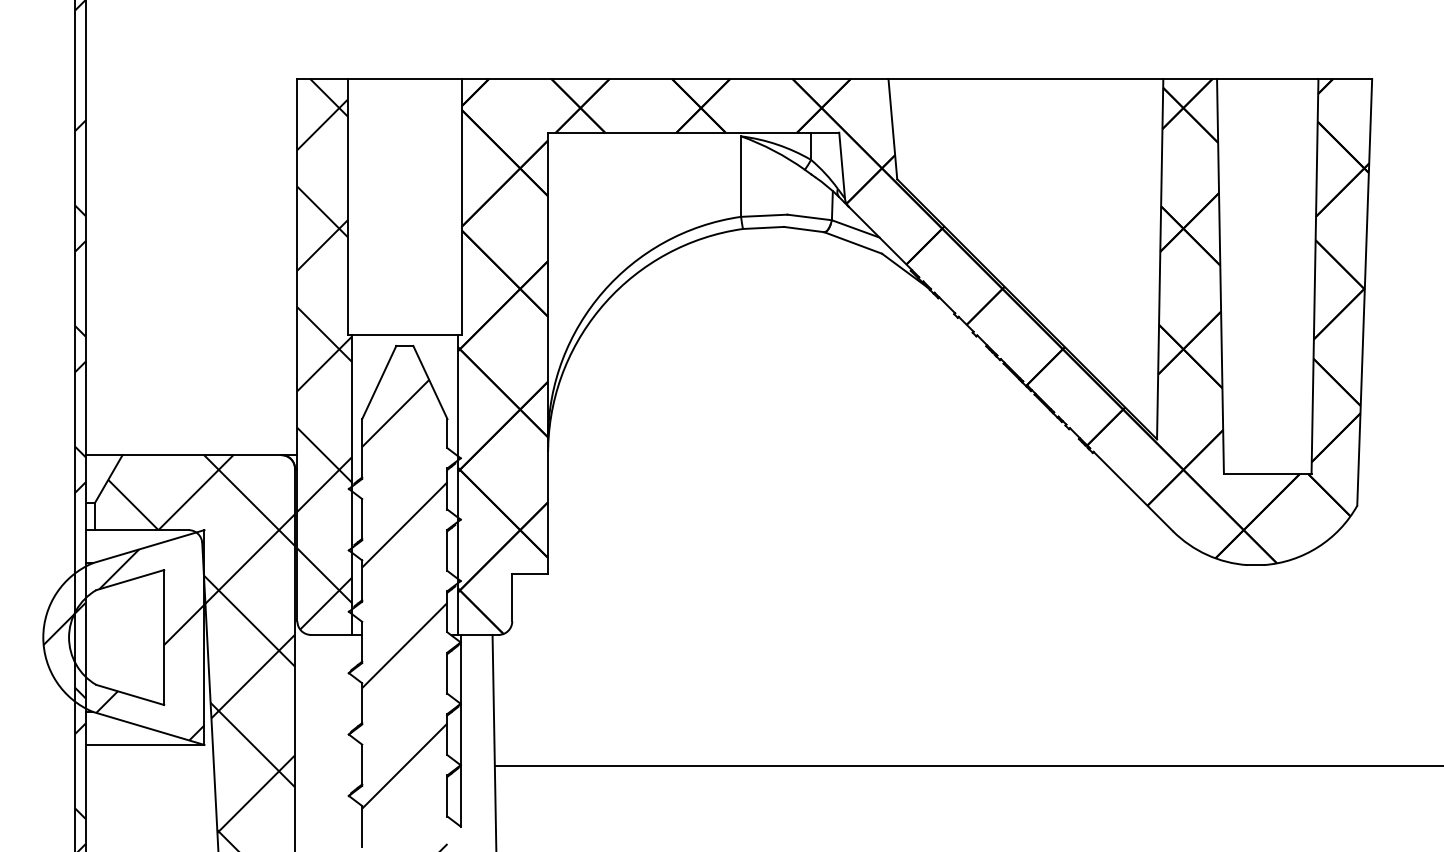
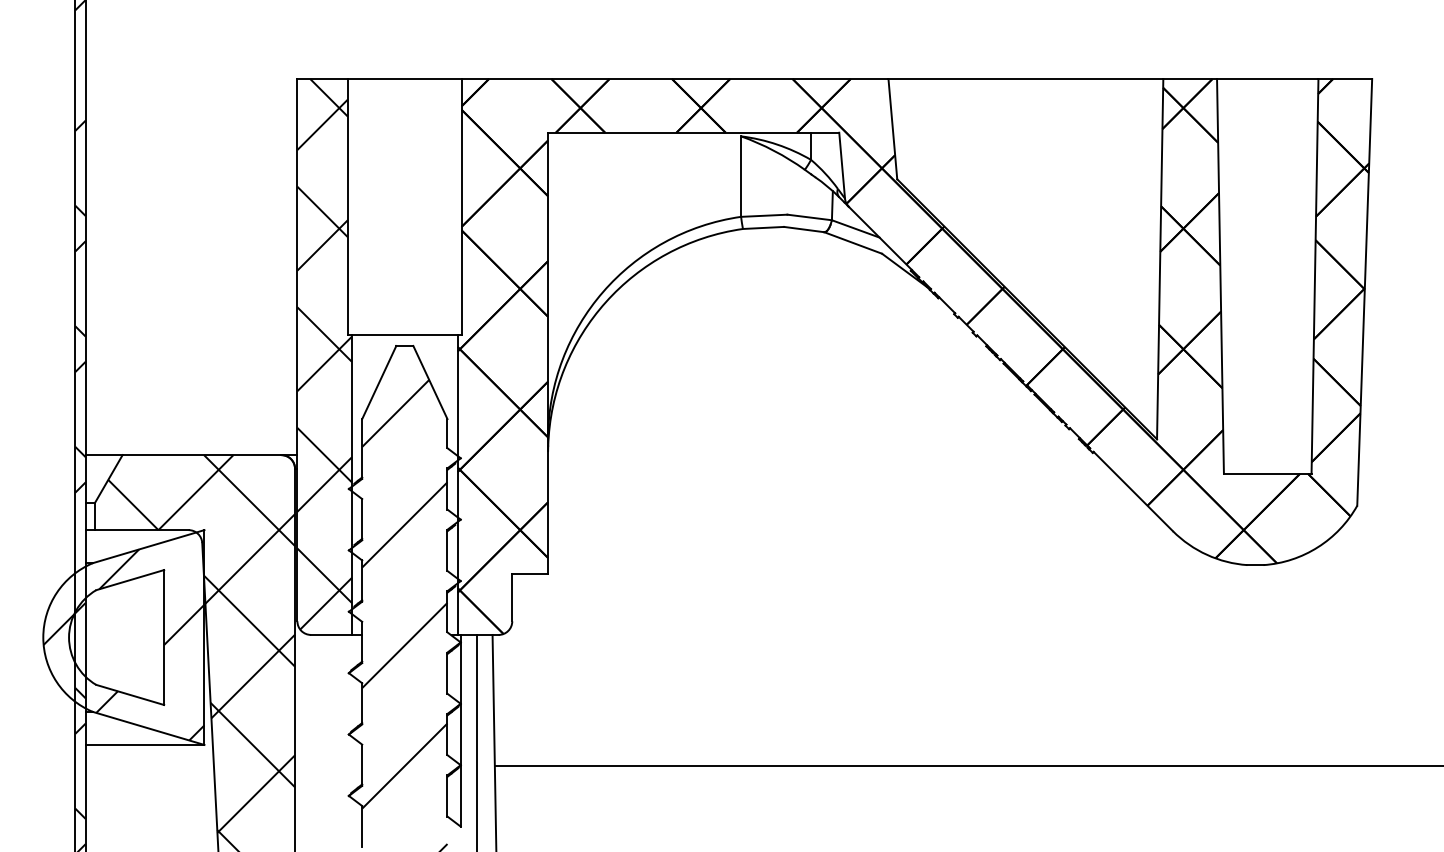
line at (476, 741): none -> present
